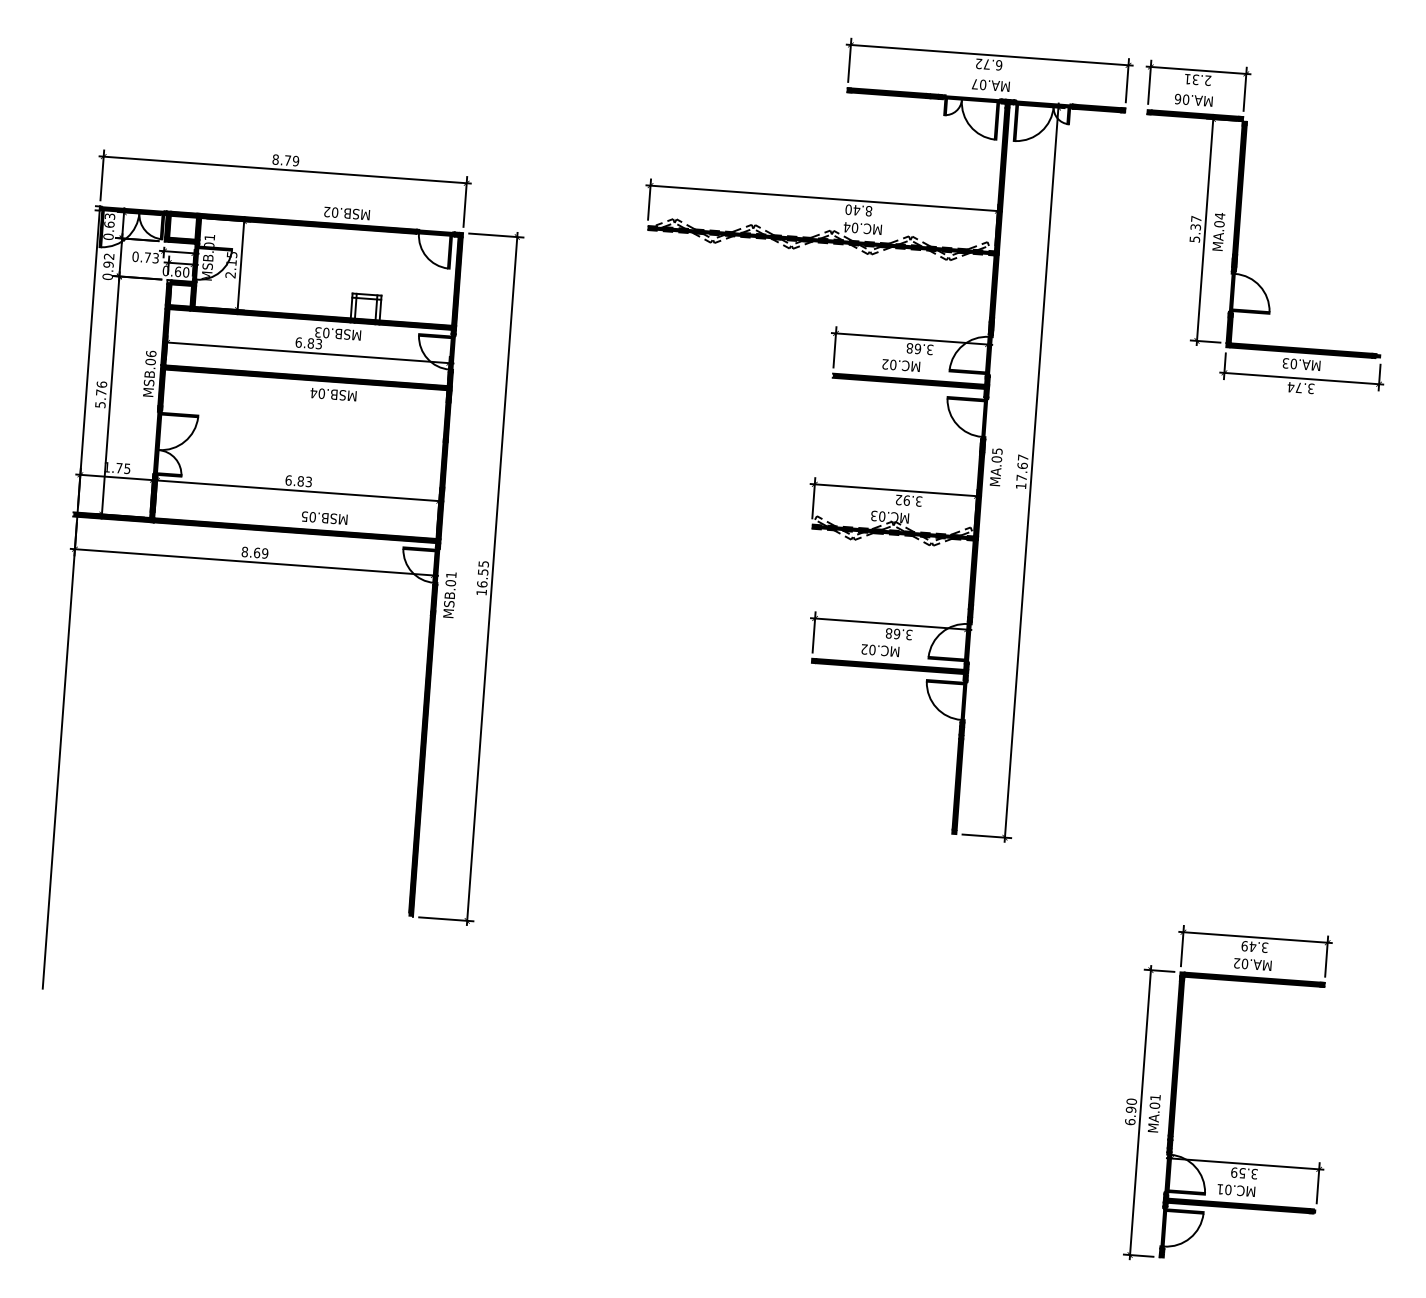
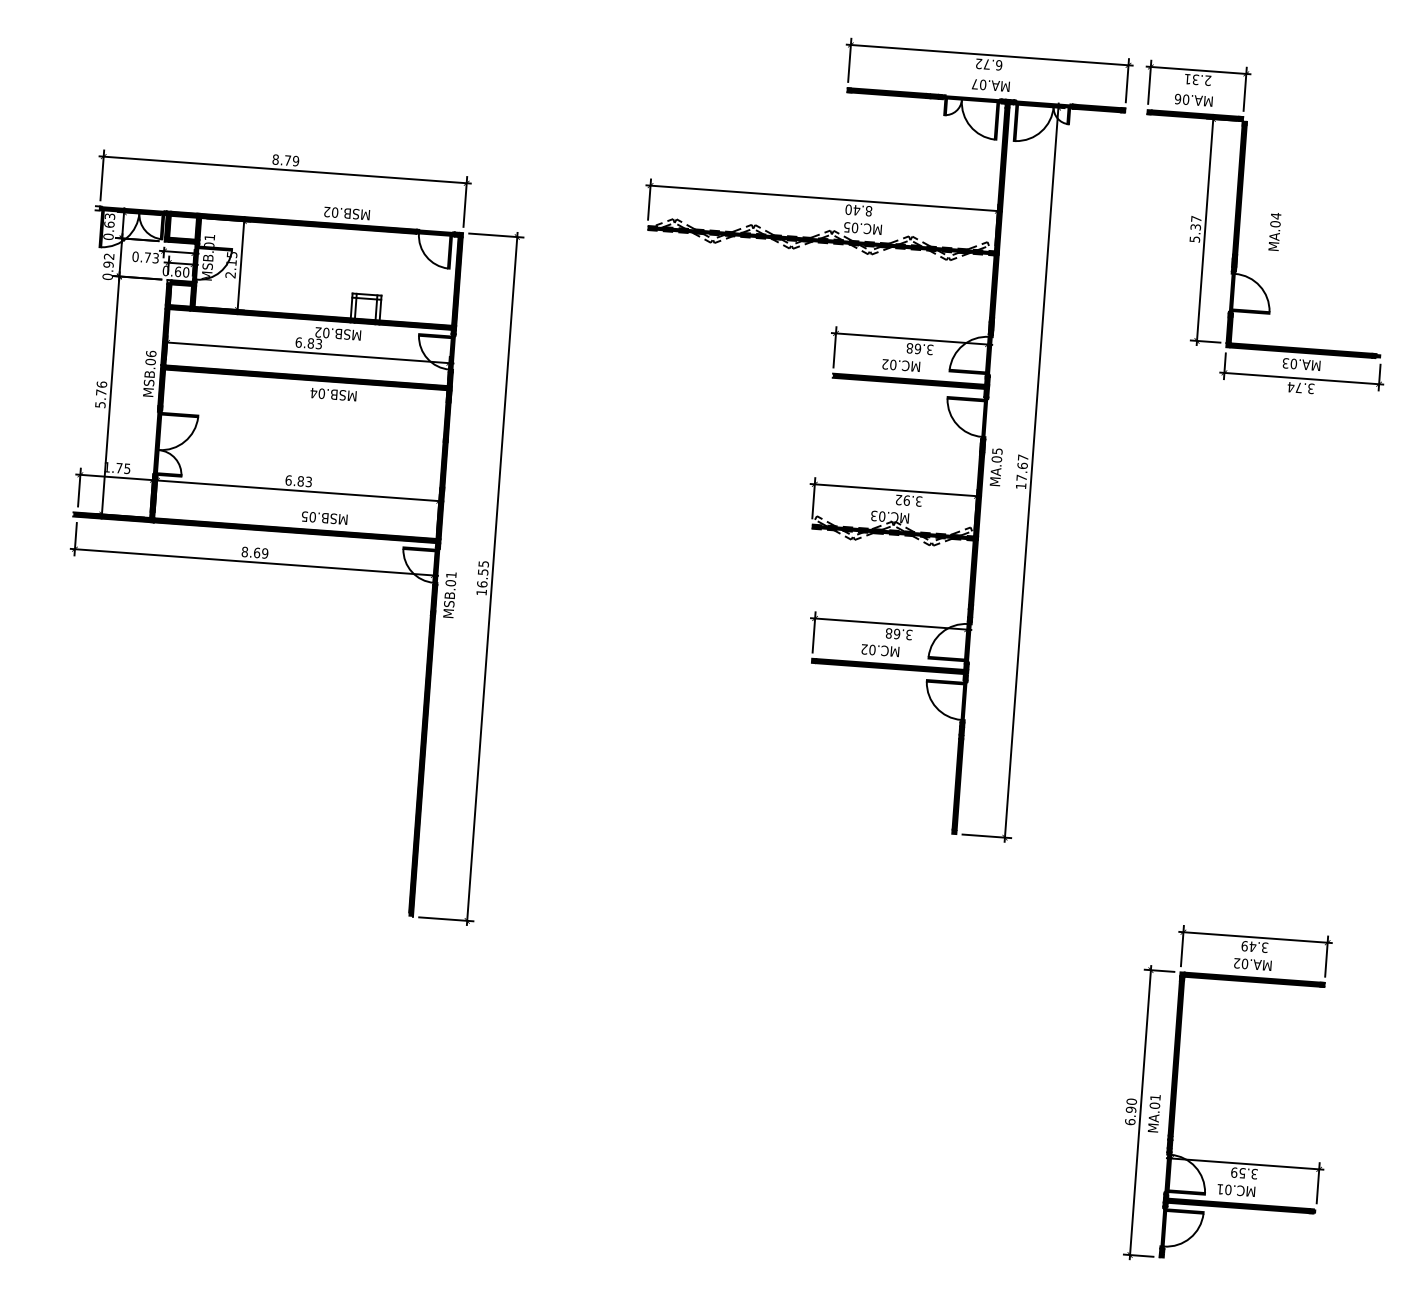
text at (846, 227): MC.04 -> MC.05
text at (1218, 231) position: (1218, 231) -> (1274, 231)
text at (318, 332): MSB.03 -> MSB.02
line at (71, 597): present -> none
